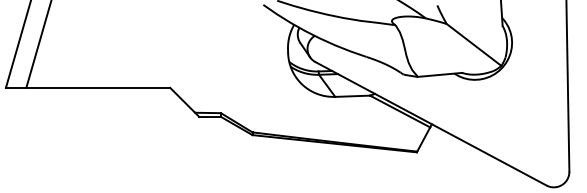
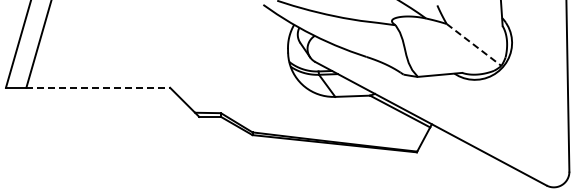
line at (474, 45): solid -> dashed
line at (98, 87): solid -> dashed
